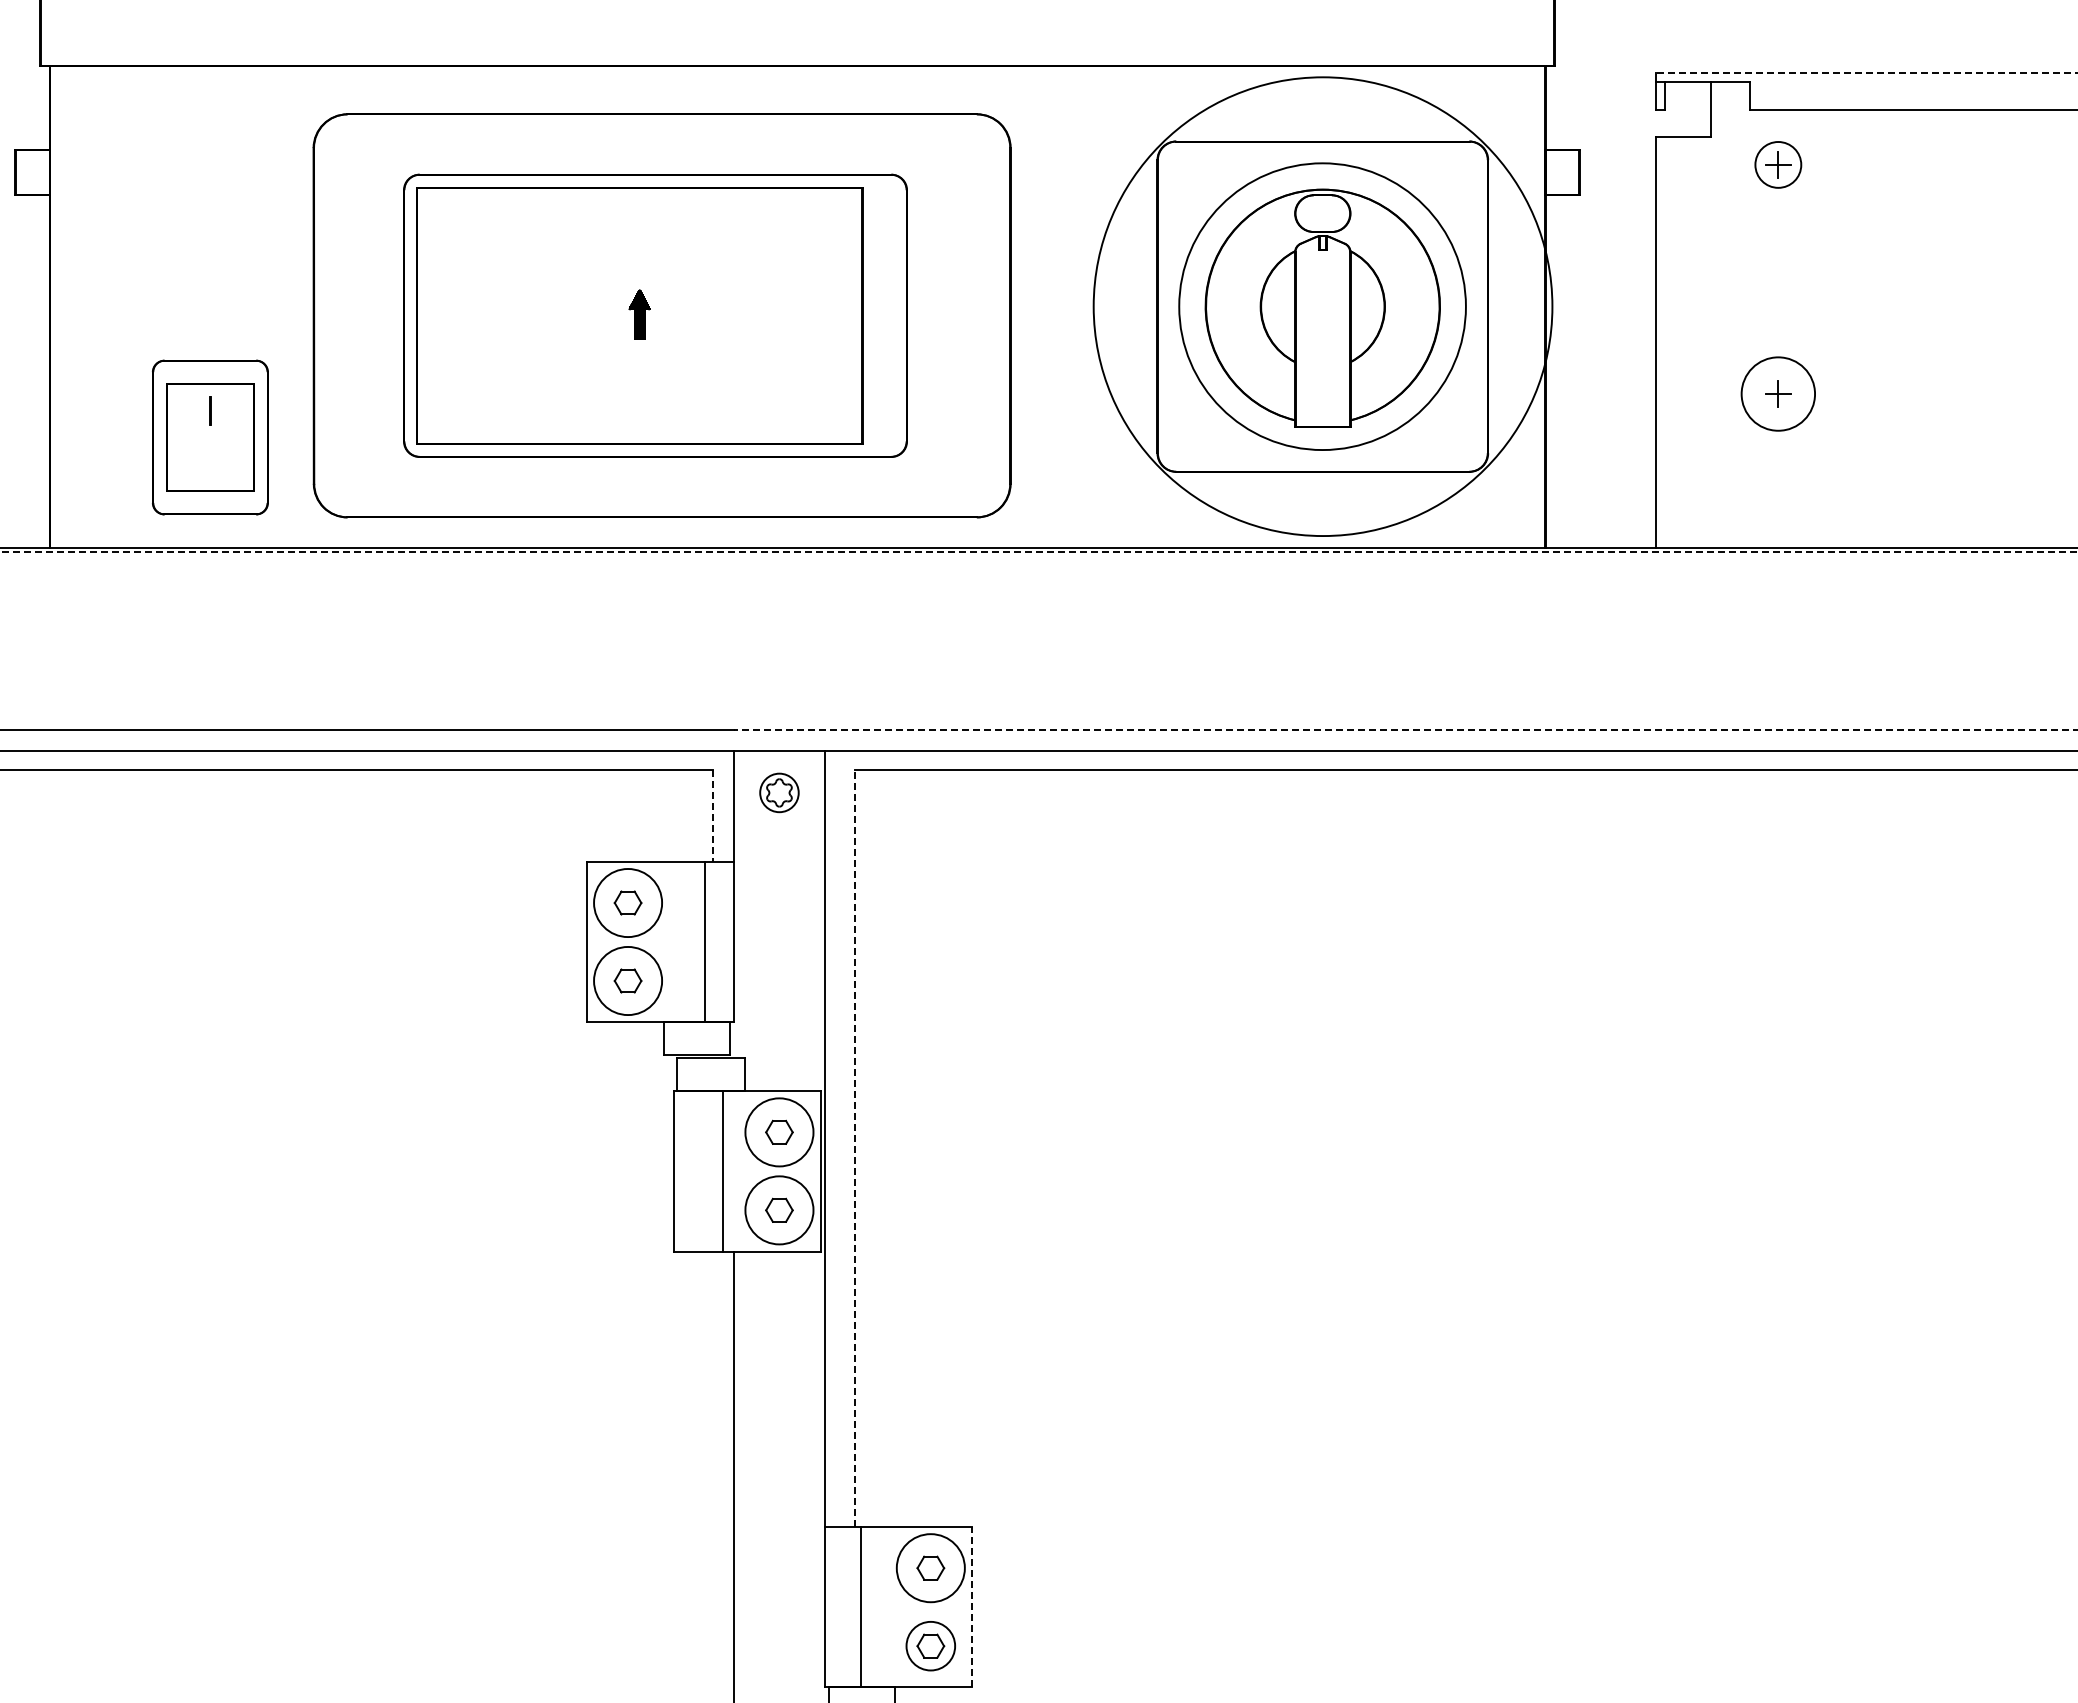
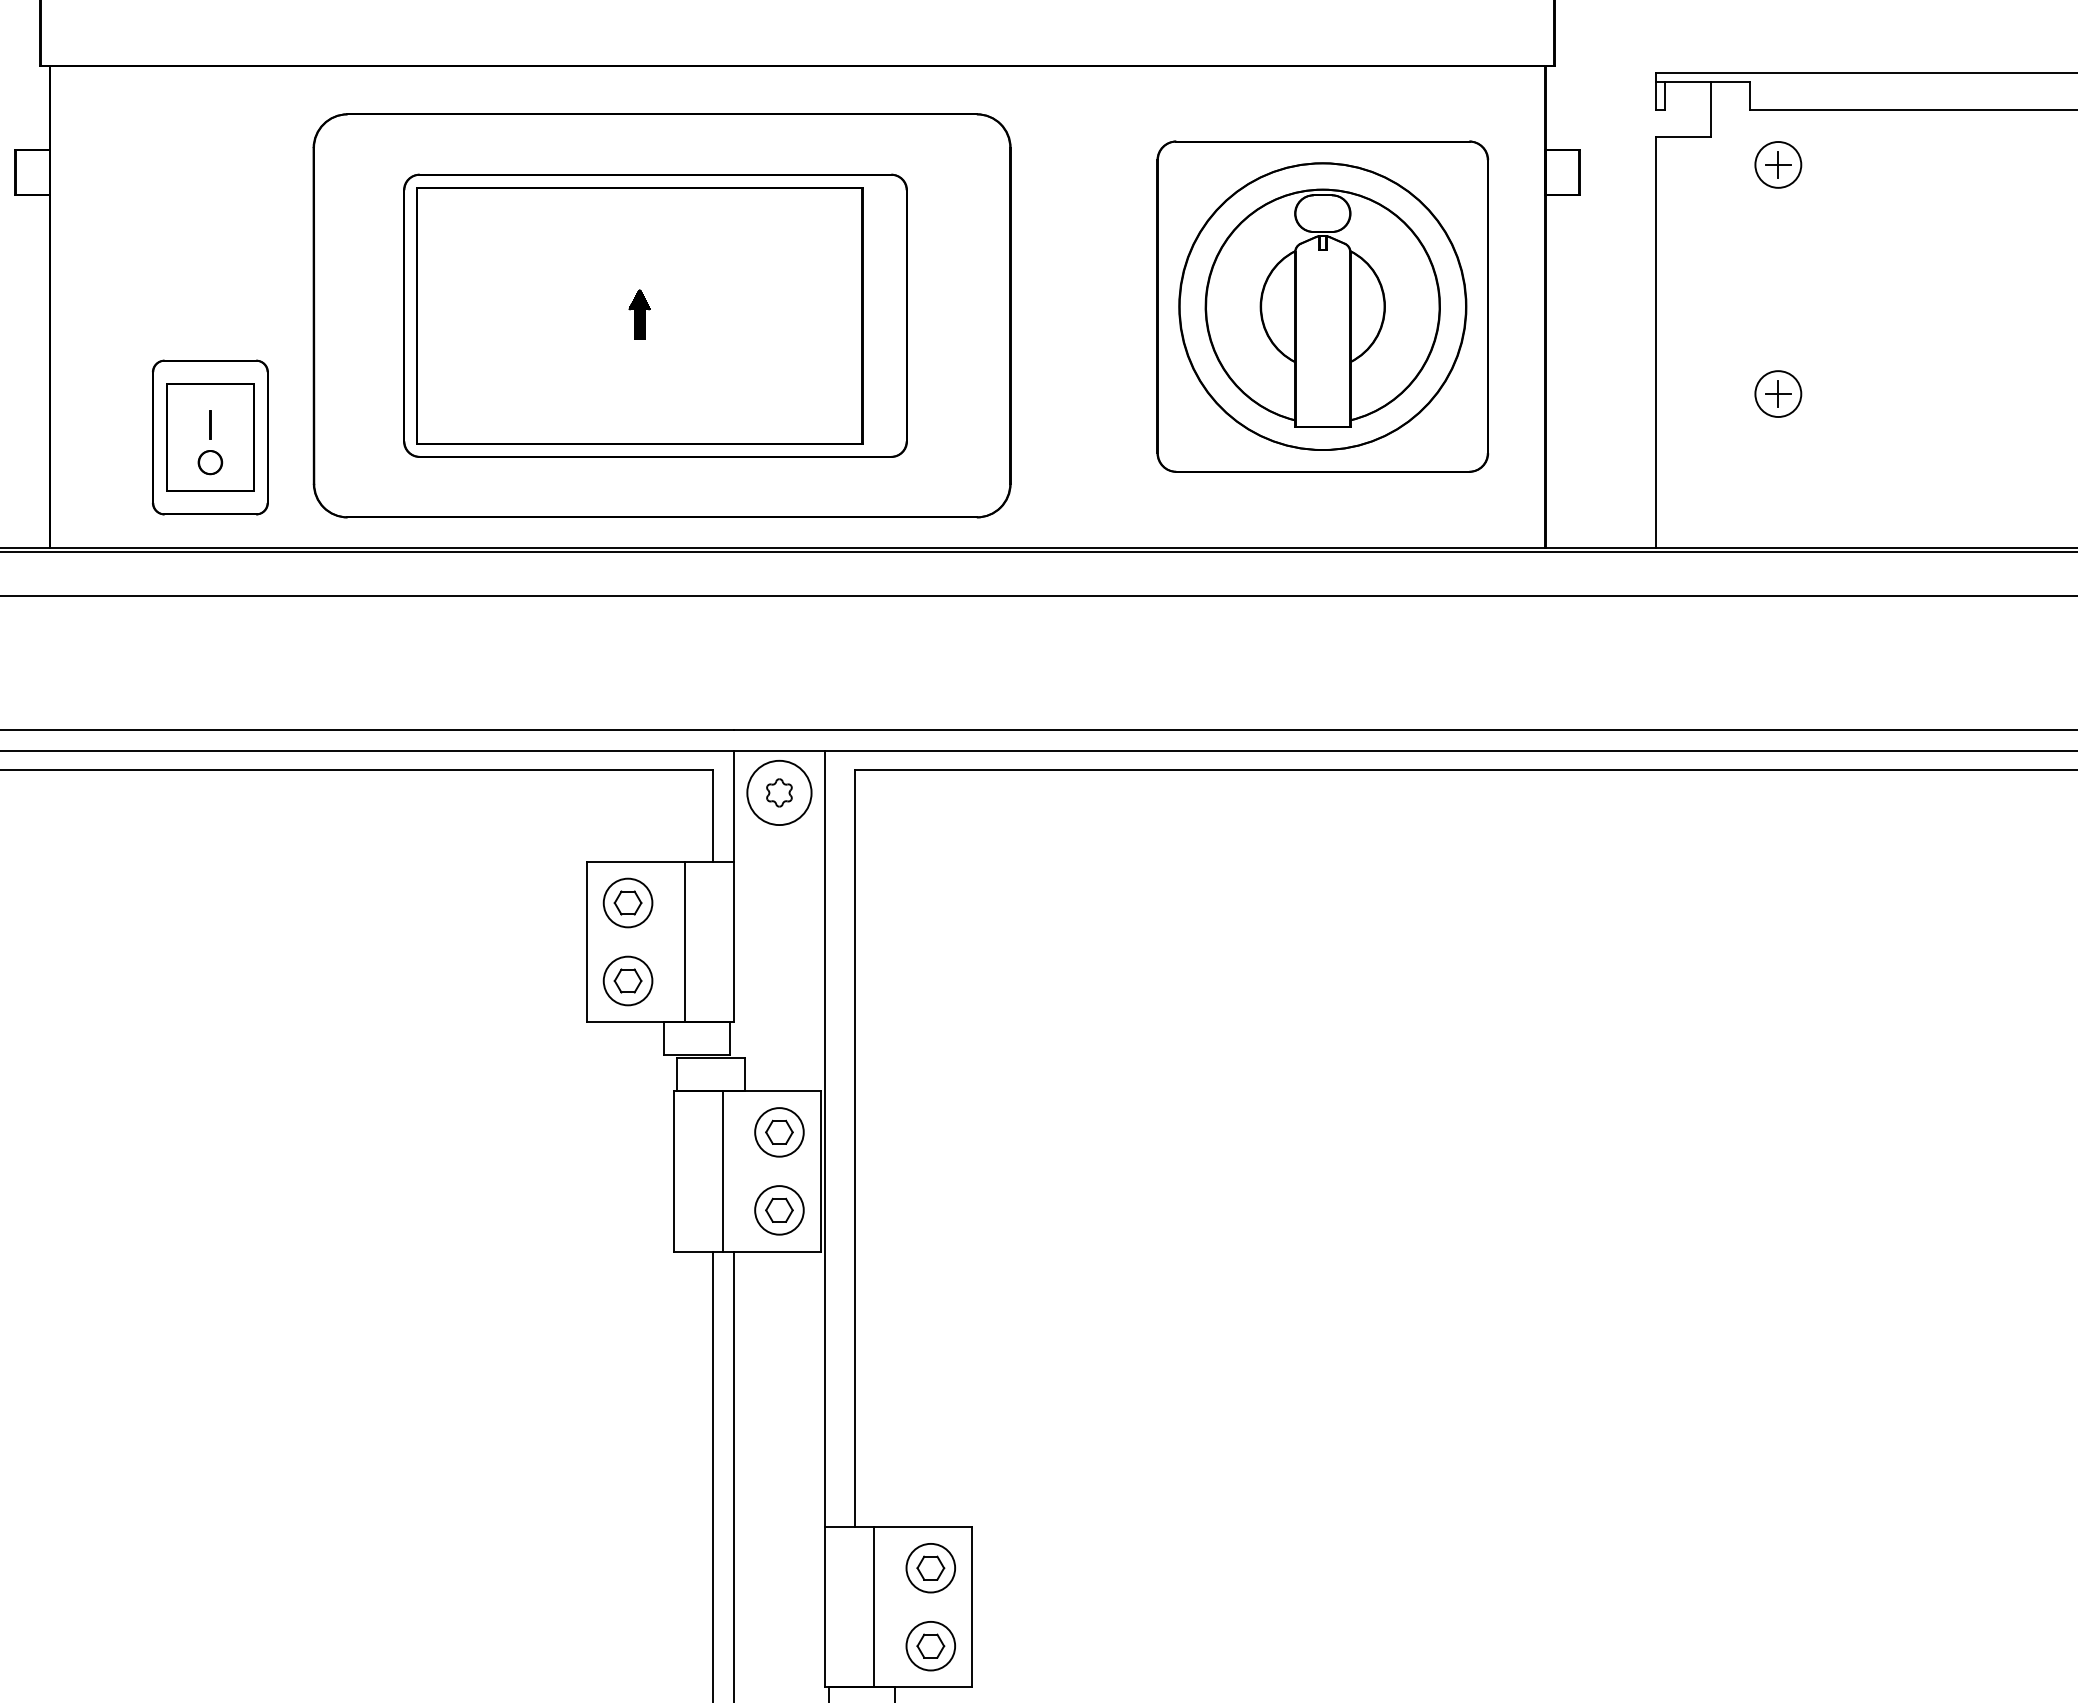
line at (1866, 73): dashed -> solid
circle at (1322, 306) diameter: 459 px -> 287 px
circle at (1778, 393) diameter: 73 px -> 46 px
line at (210, 410) position: (210, 410) -> (210, 424)
part at (210, 462): none -> present
line at (1039, 552): dashed -> solid
line at (1038, 596): none -> present
line at (1405, 729): dashed -> solid
circle at (779, 792) diameter: 39 px -> 64 px
line at (712, 815): dashed -> solid
circle at (628, 902) diameter: 68 px -> 49 px
line at (704, 941) position: (704, 941) -> (684, 941)
circle at (628, 980) diameter: 68 px -> 49 px
circle at (779, 1132) diameter: 68 px -> 49 px
line at (854, 1147): dashed -> solid
circle at (779, 1210) diameter: 68 px -> 49 px
line at (712, 1475): none -> present
circle at (930, 1568) diameter: 68 px -> 49 px
line at (861, 1606) position: (861, 1606) -> (874, 1606)
line at (972, 1606): dashed -> solid
